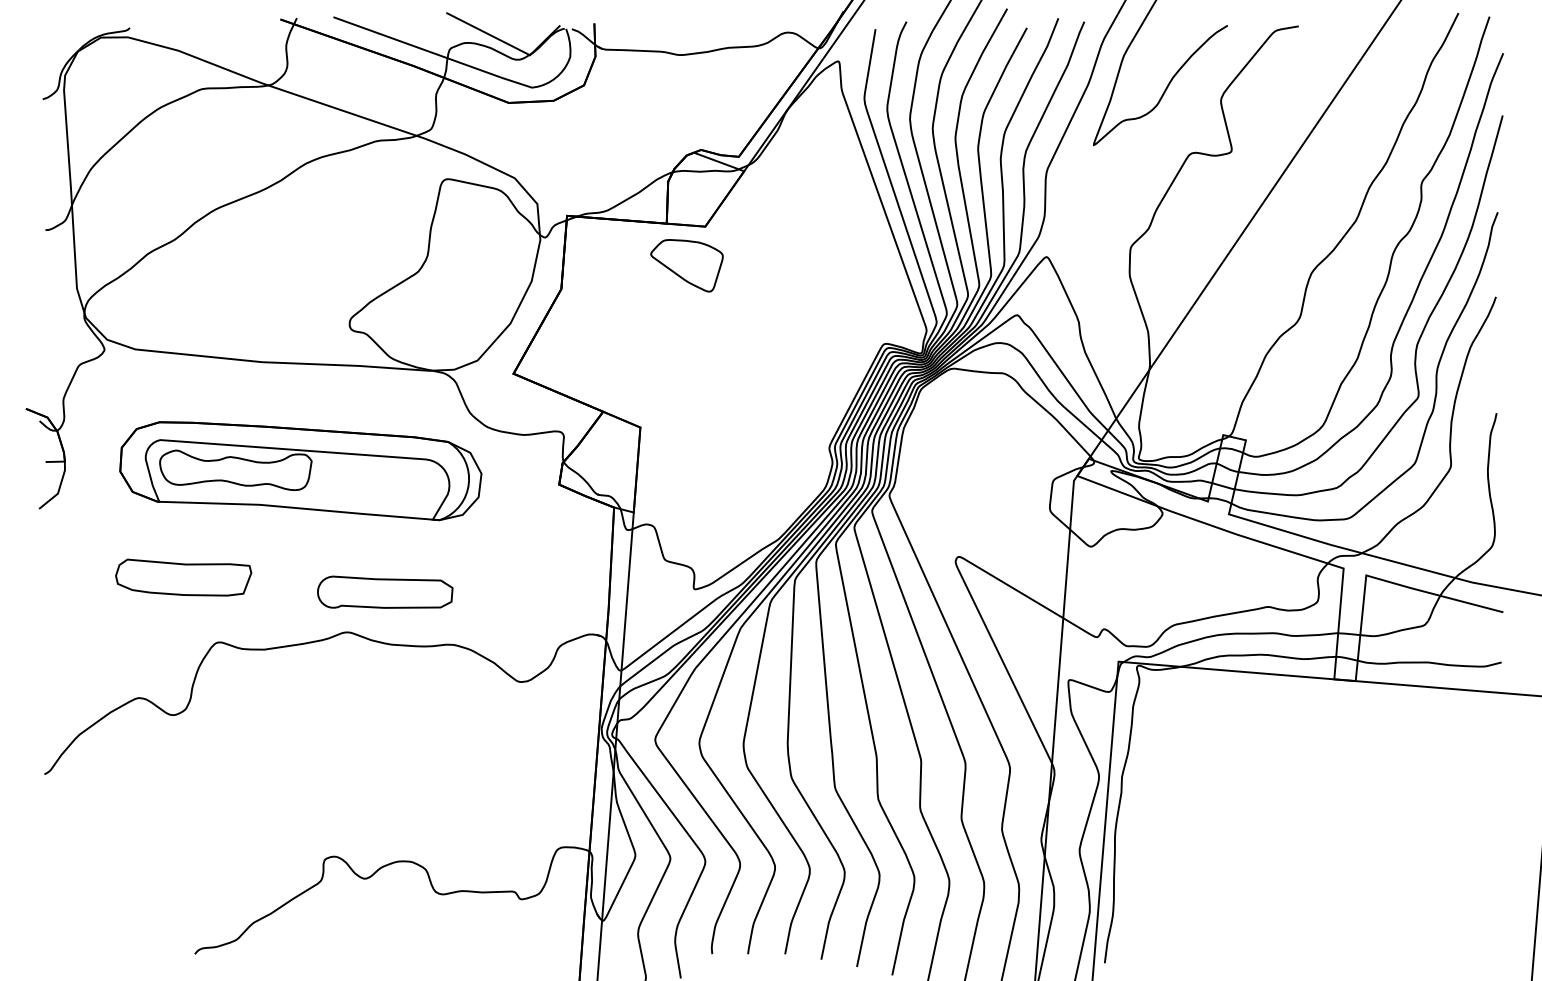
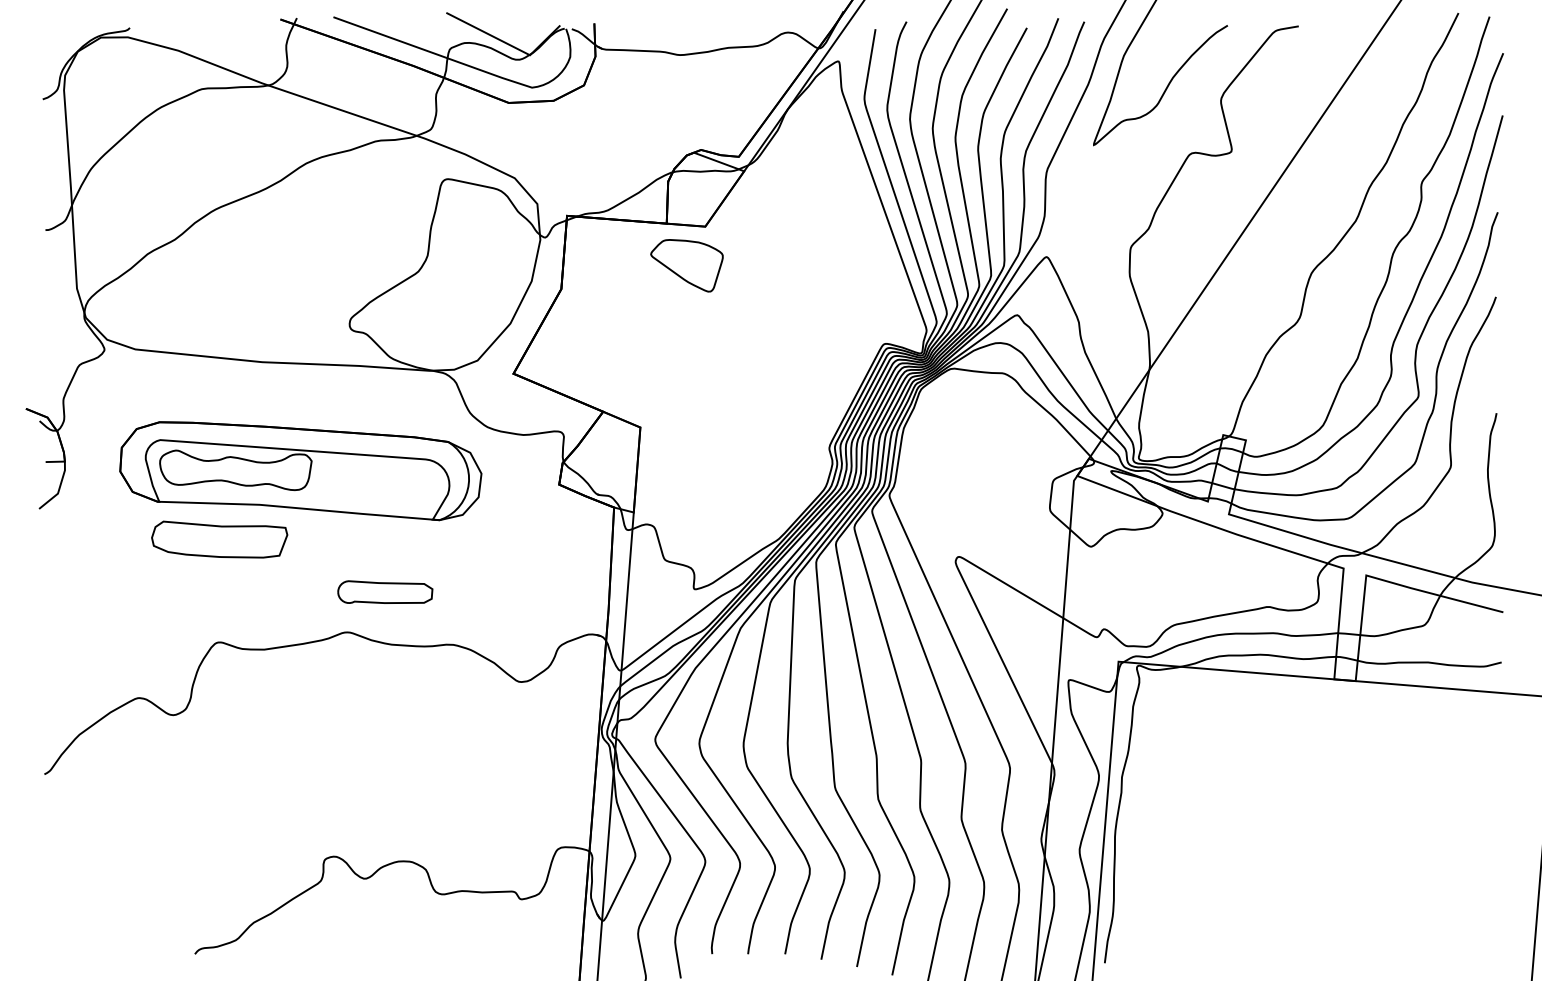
part at (183, 577) position: (183, 577) -> (219, 539)
part at (385, 591) size: 137x34 px -> 97x24 px
